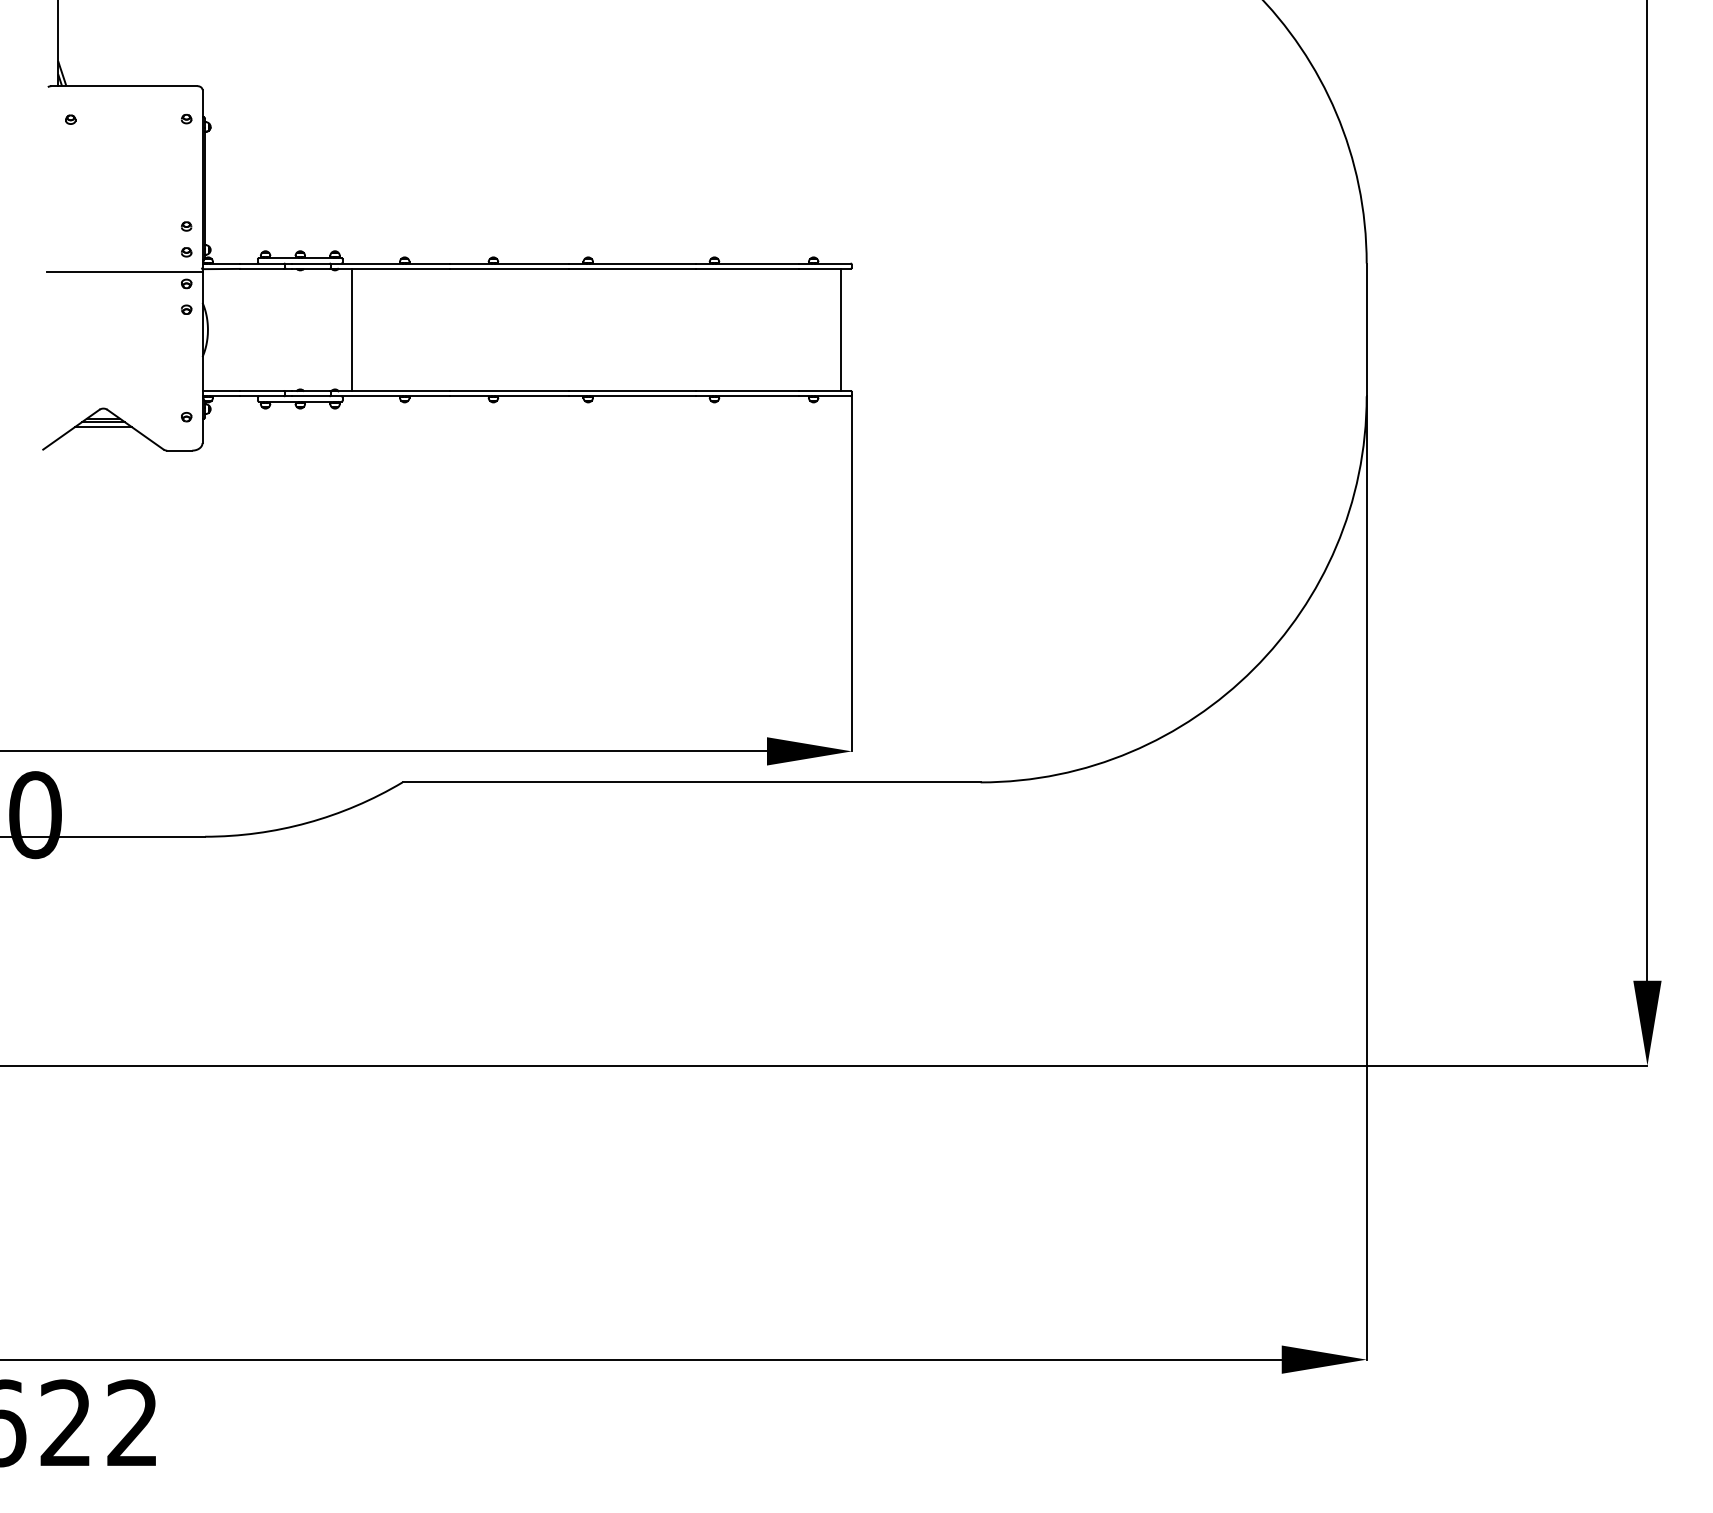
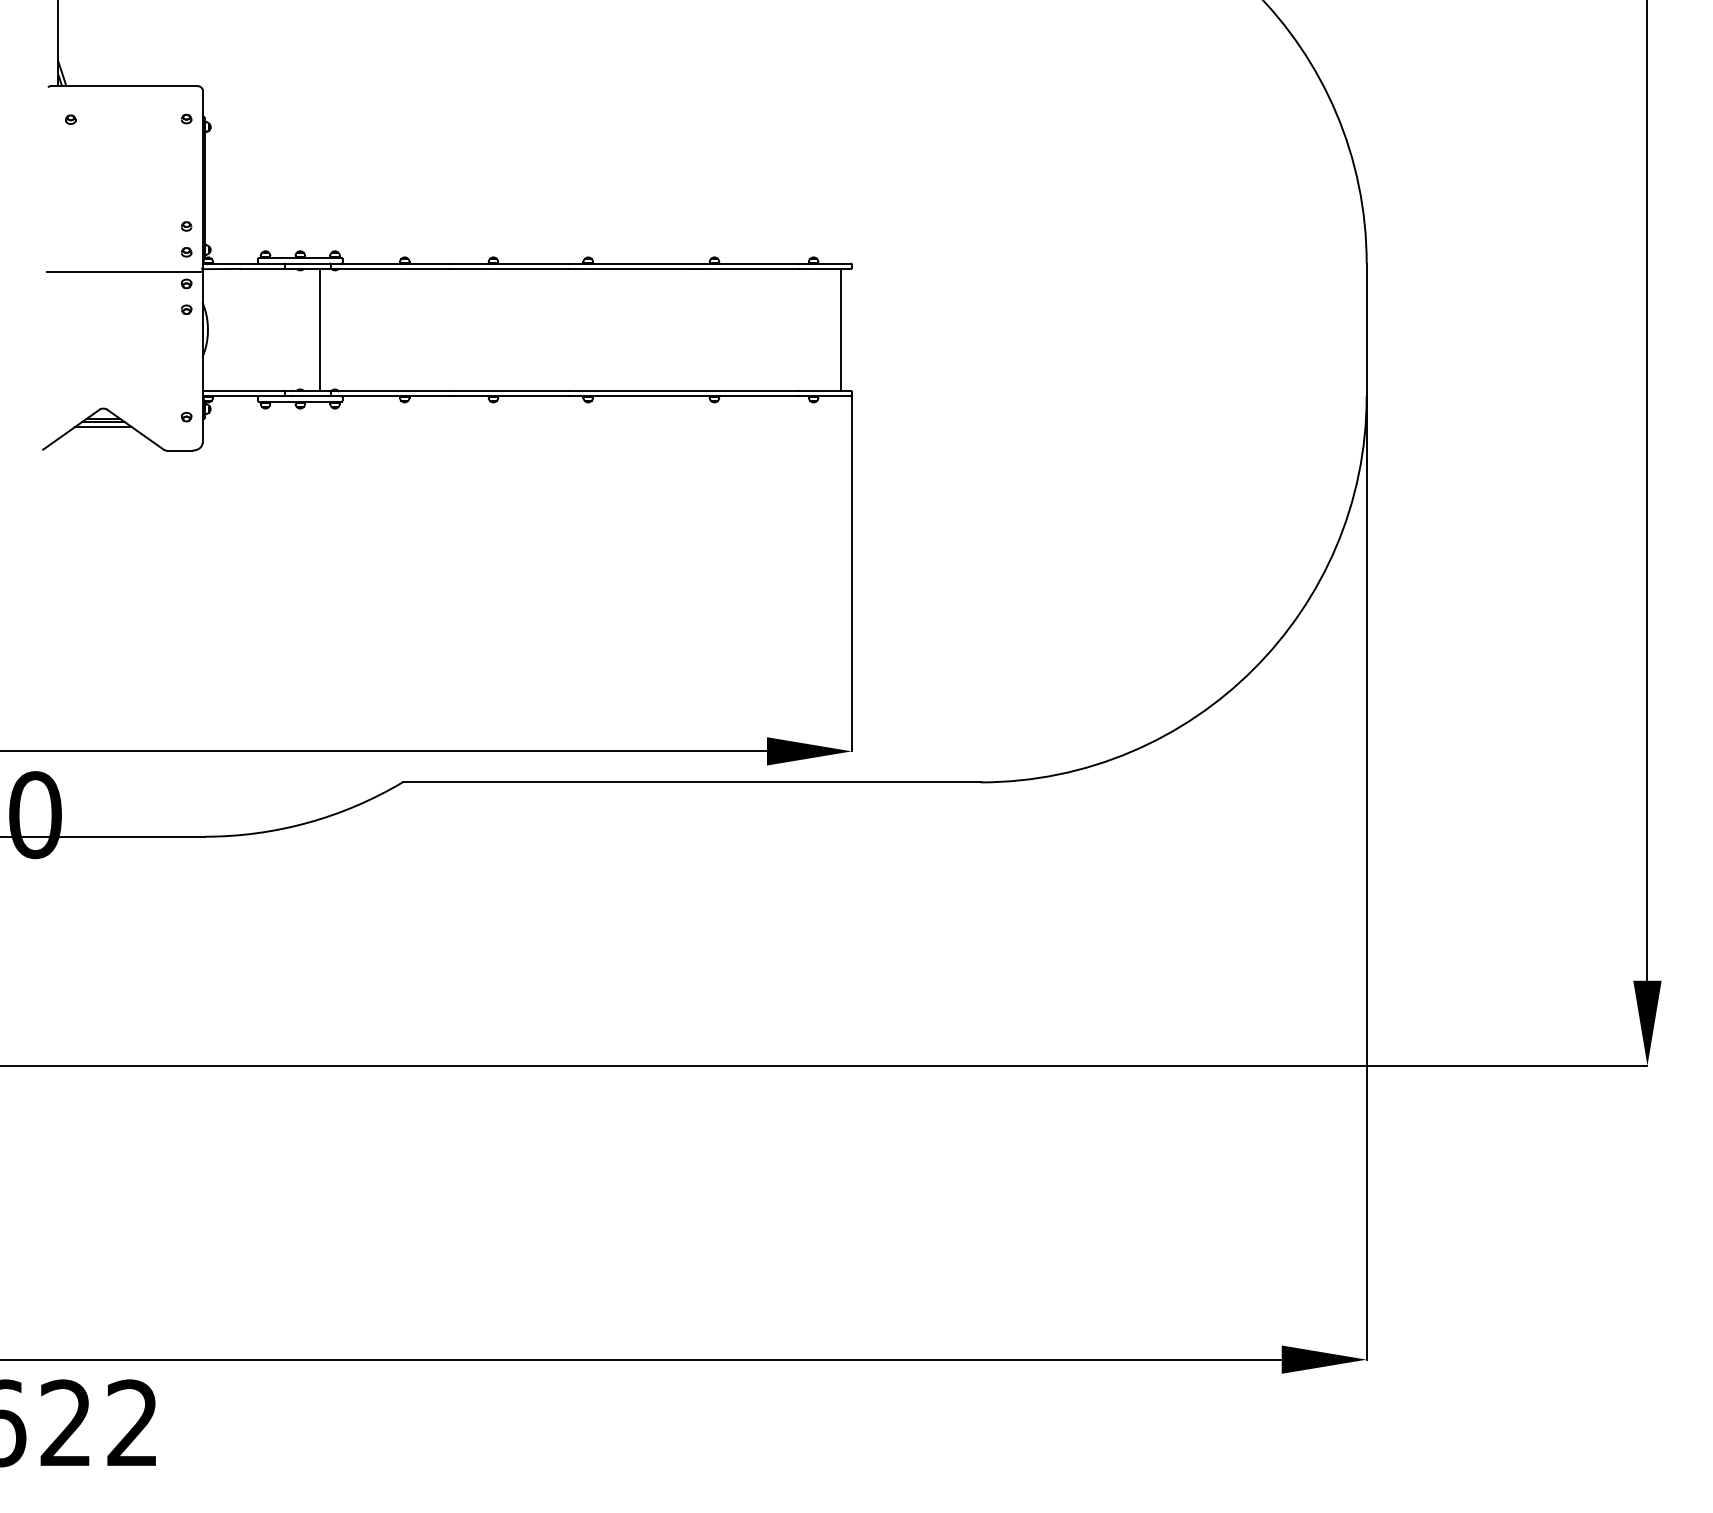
line at (351, 329) position: (351, 329) -> (319, 329)
